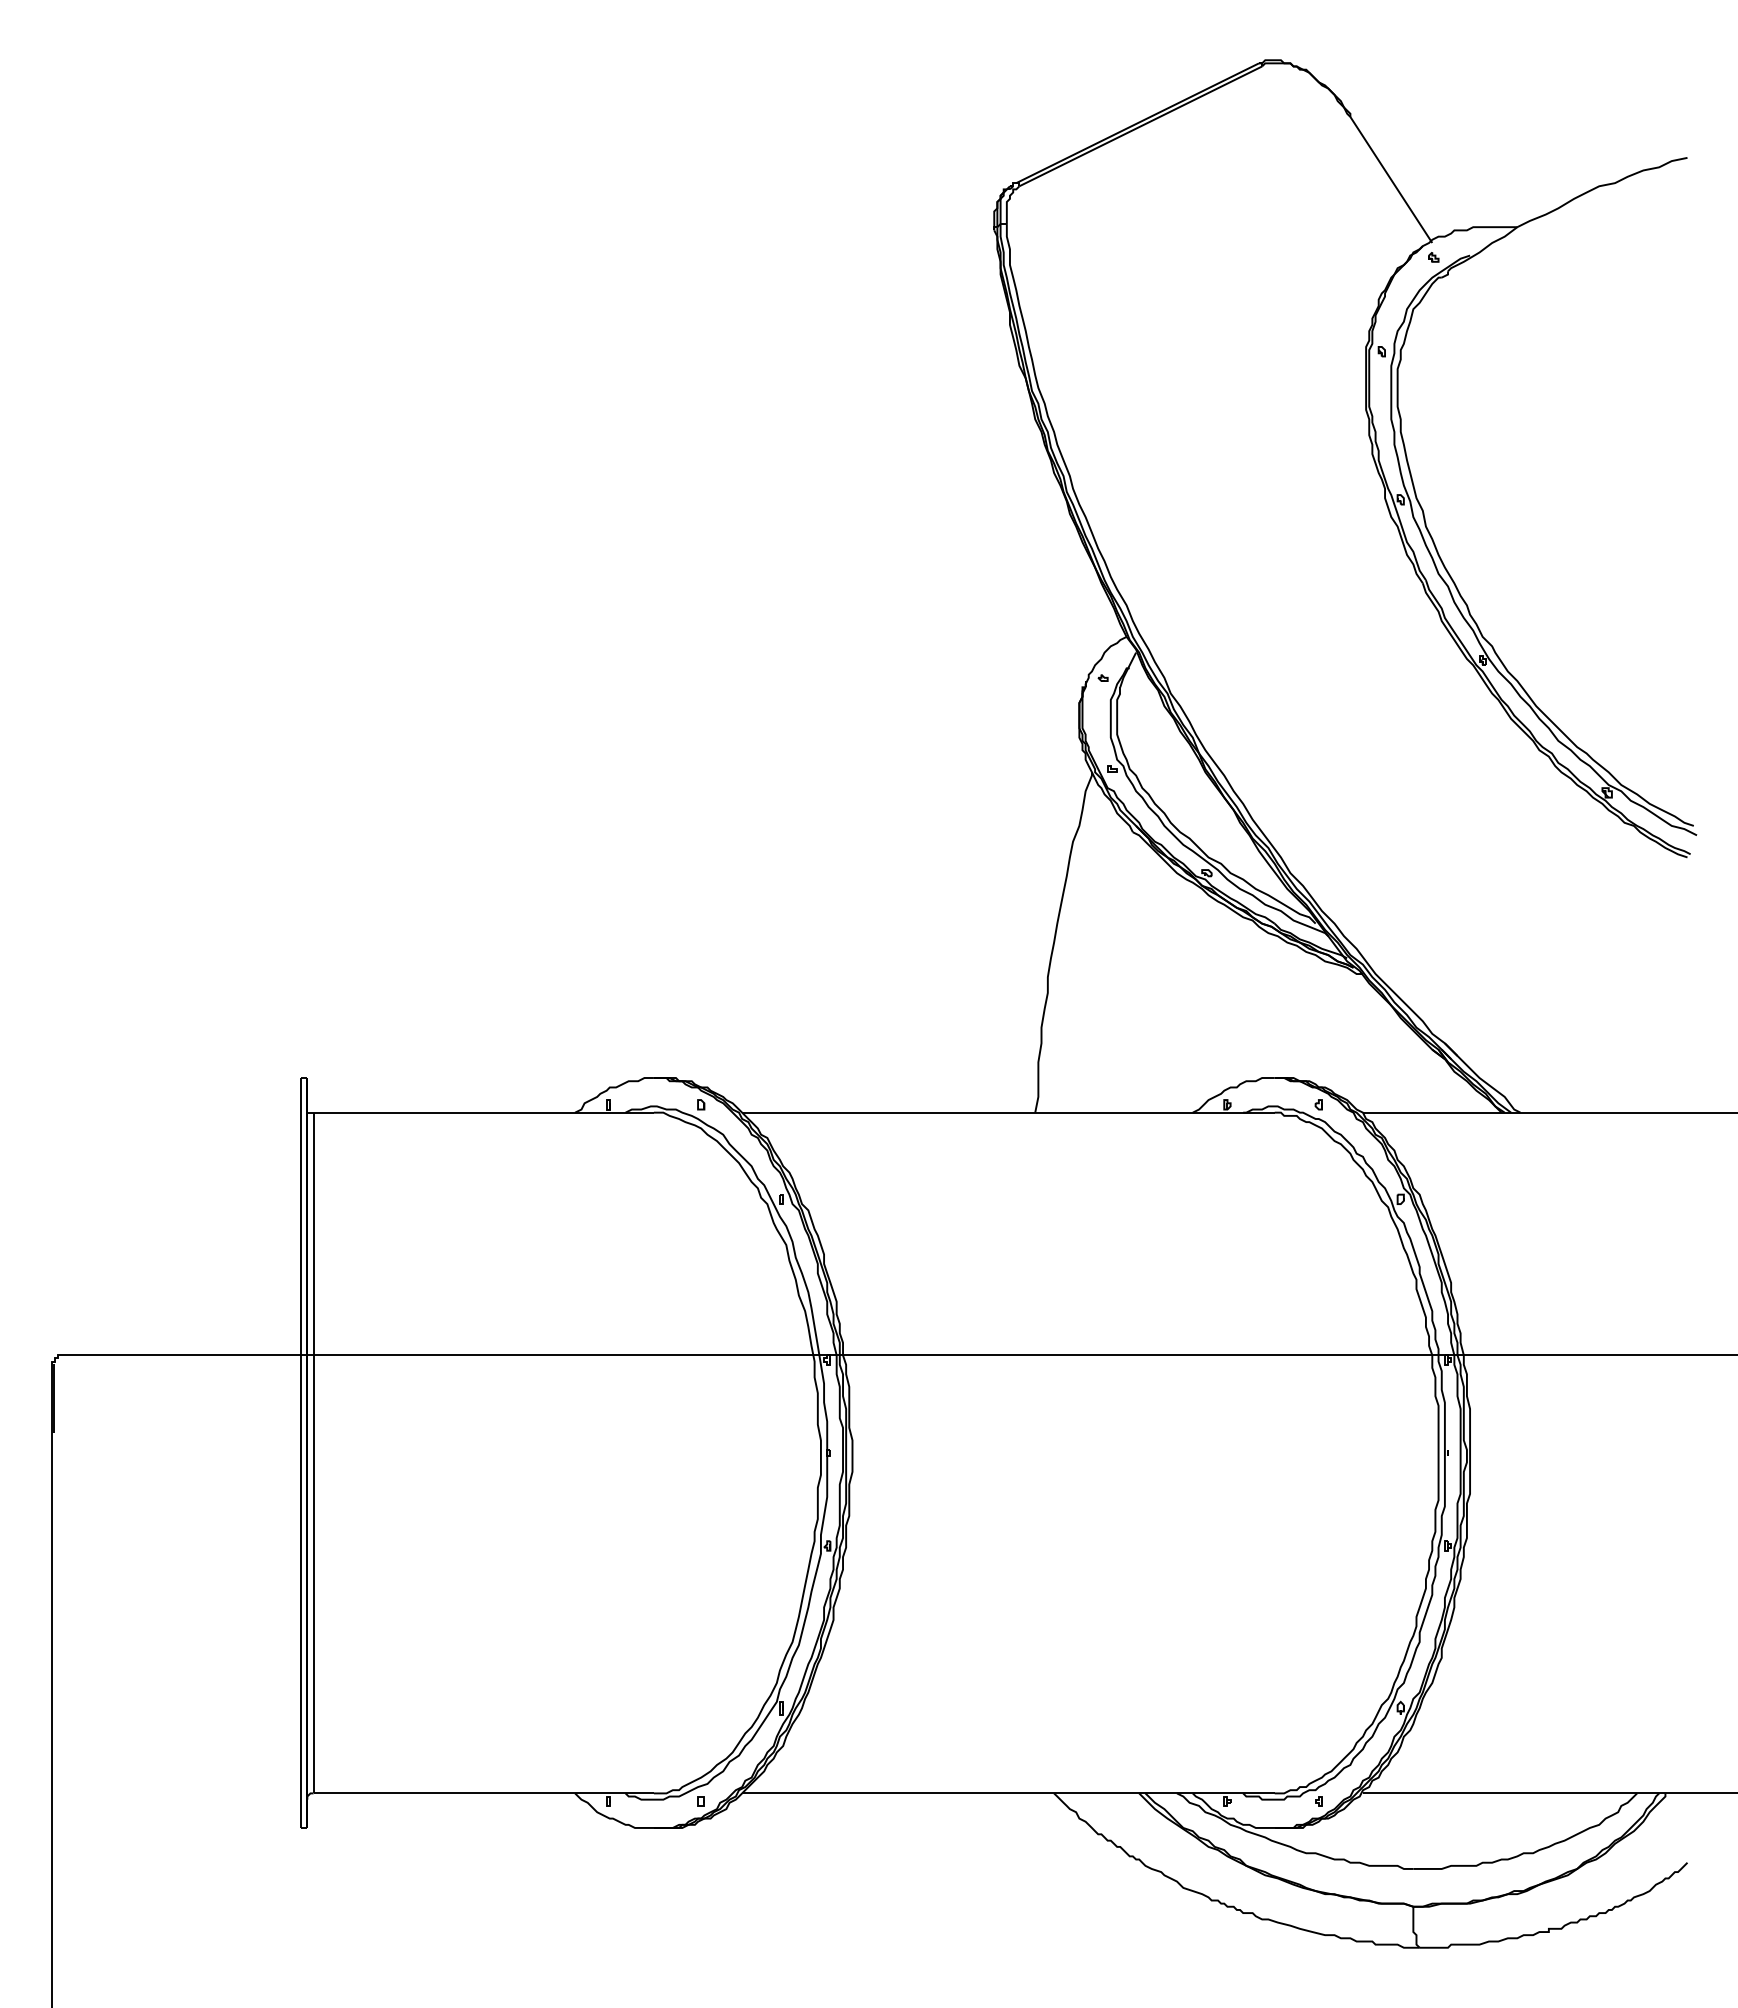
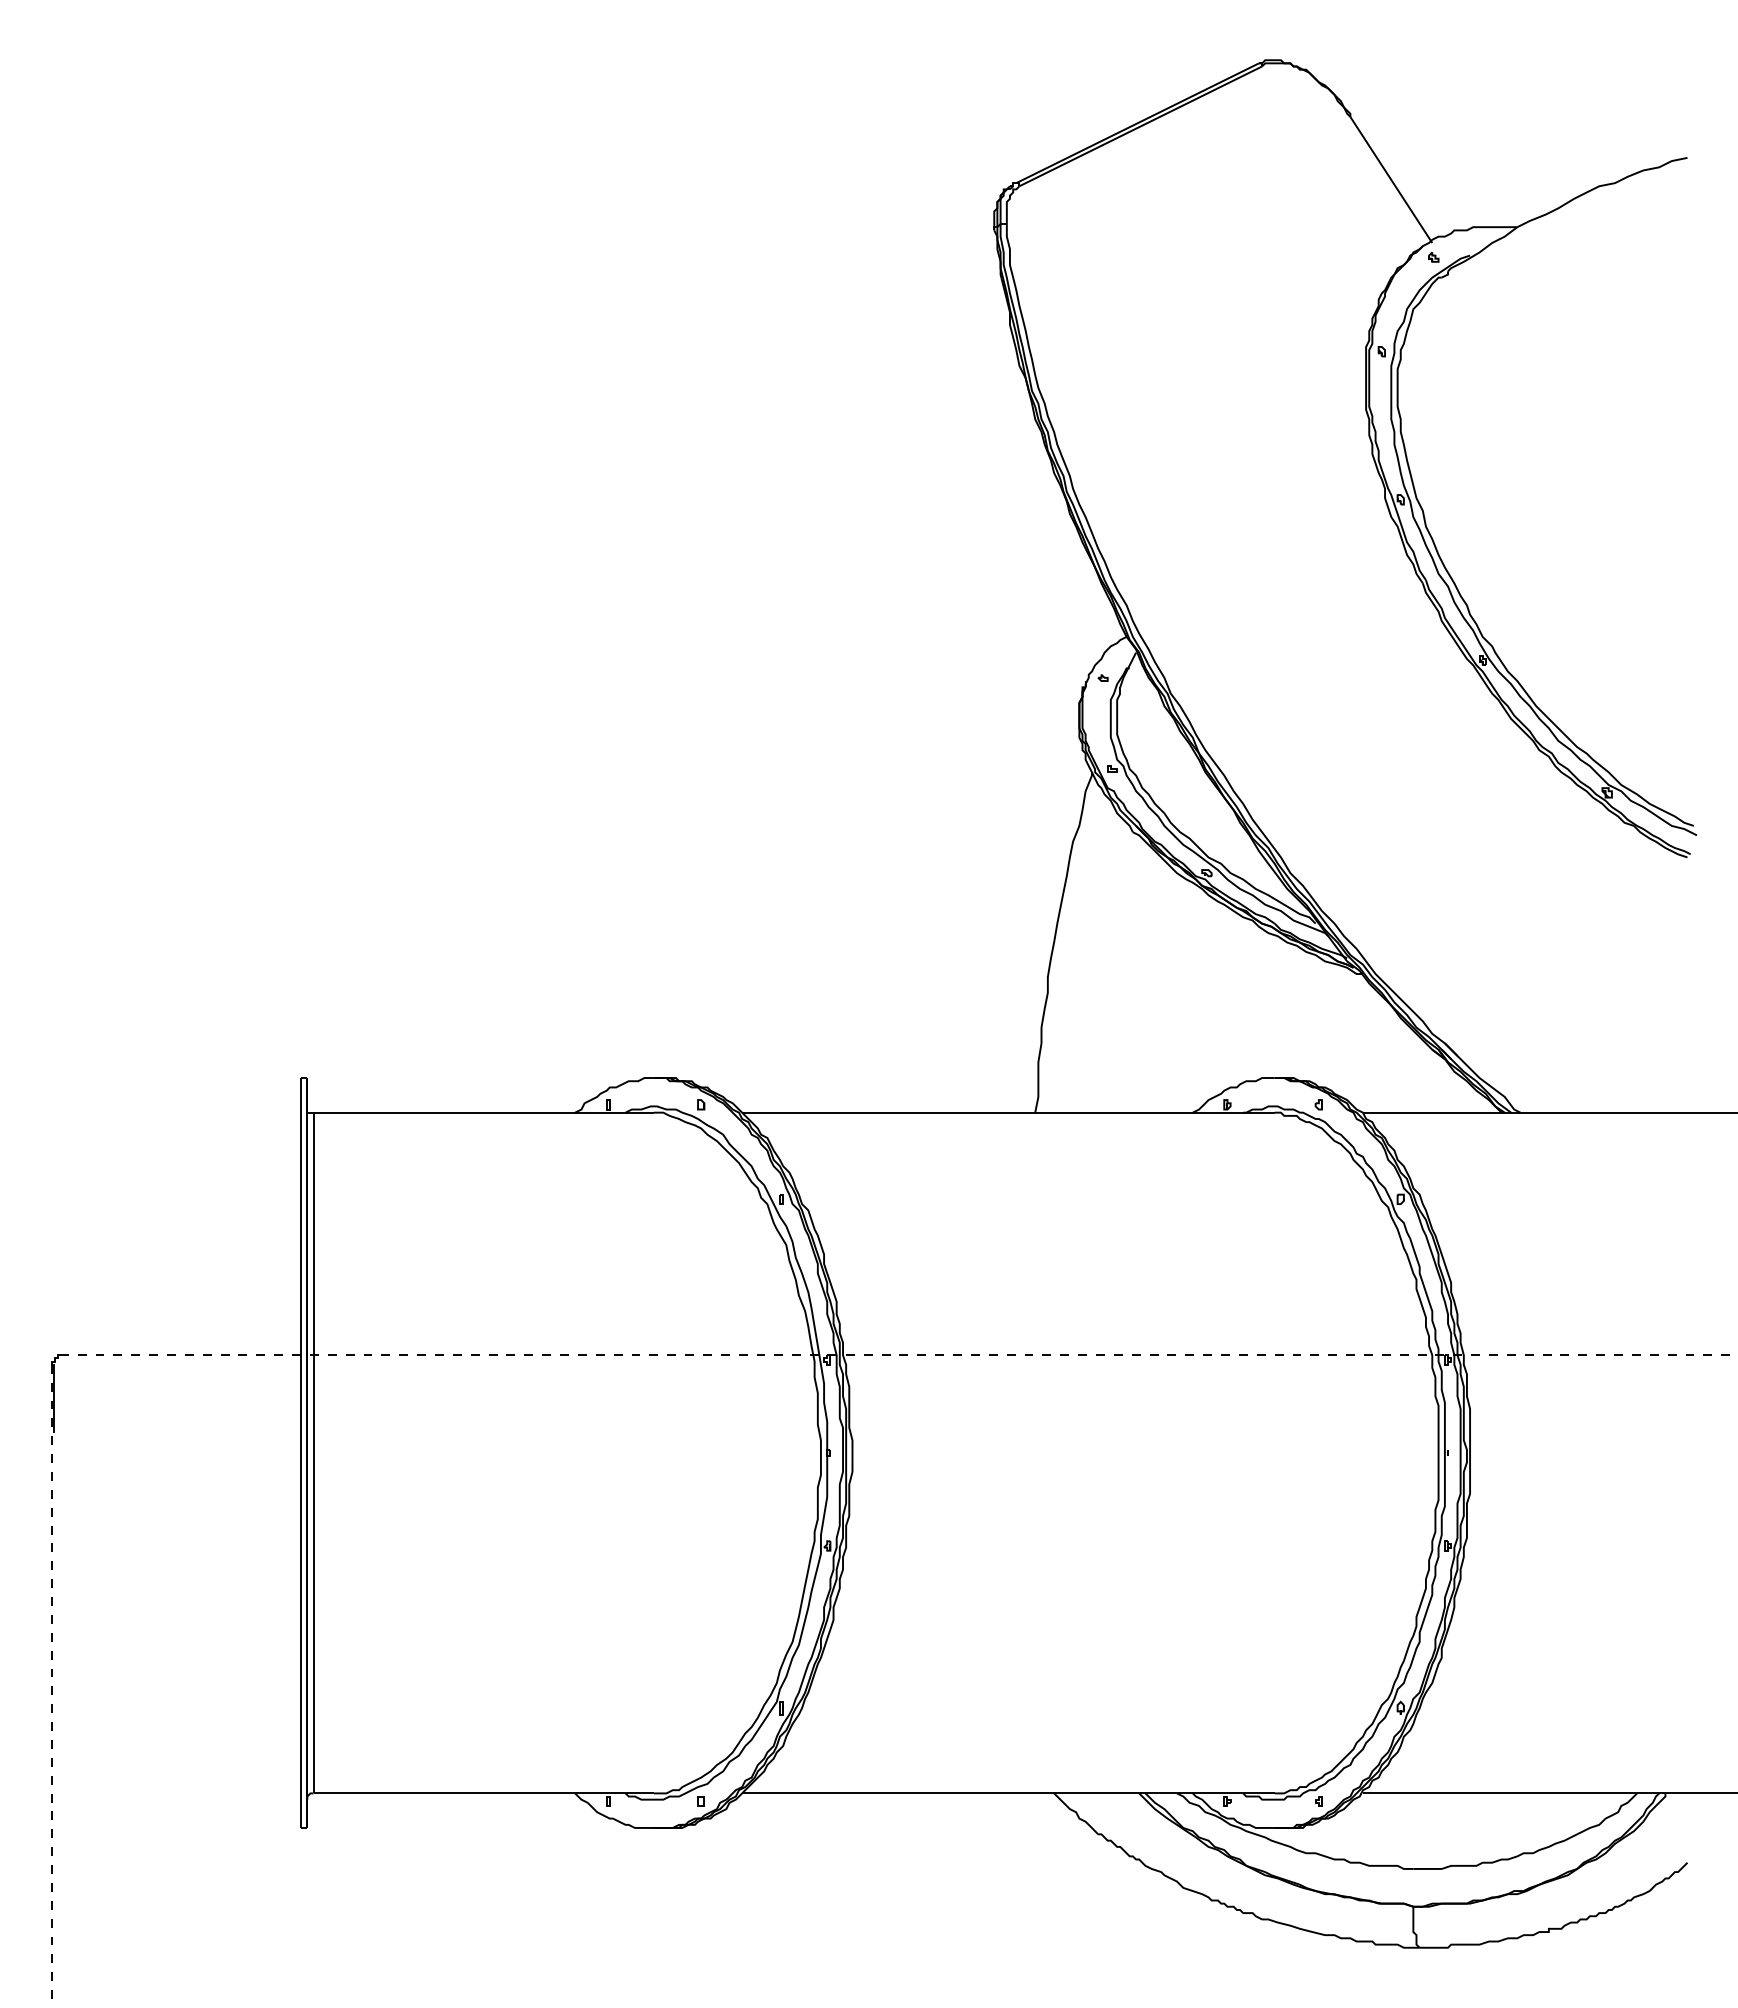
line at (899, 1355): solid -> dashed
line at (52, 1686): solid -> dashed
